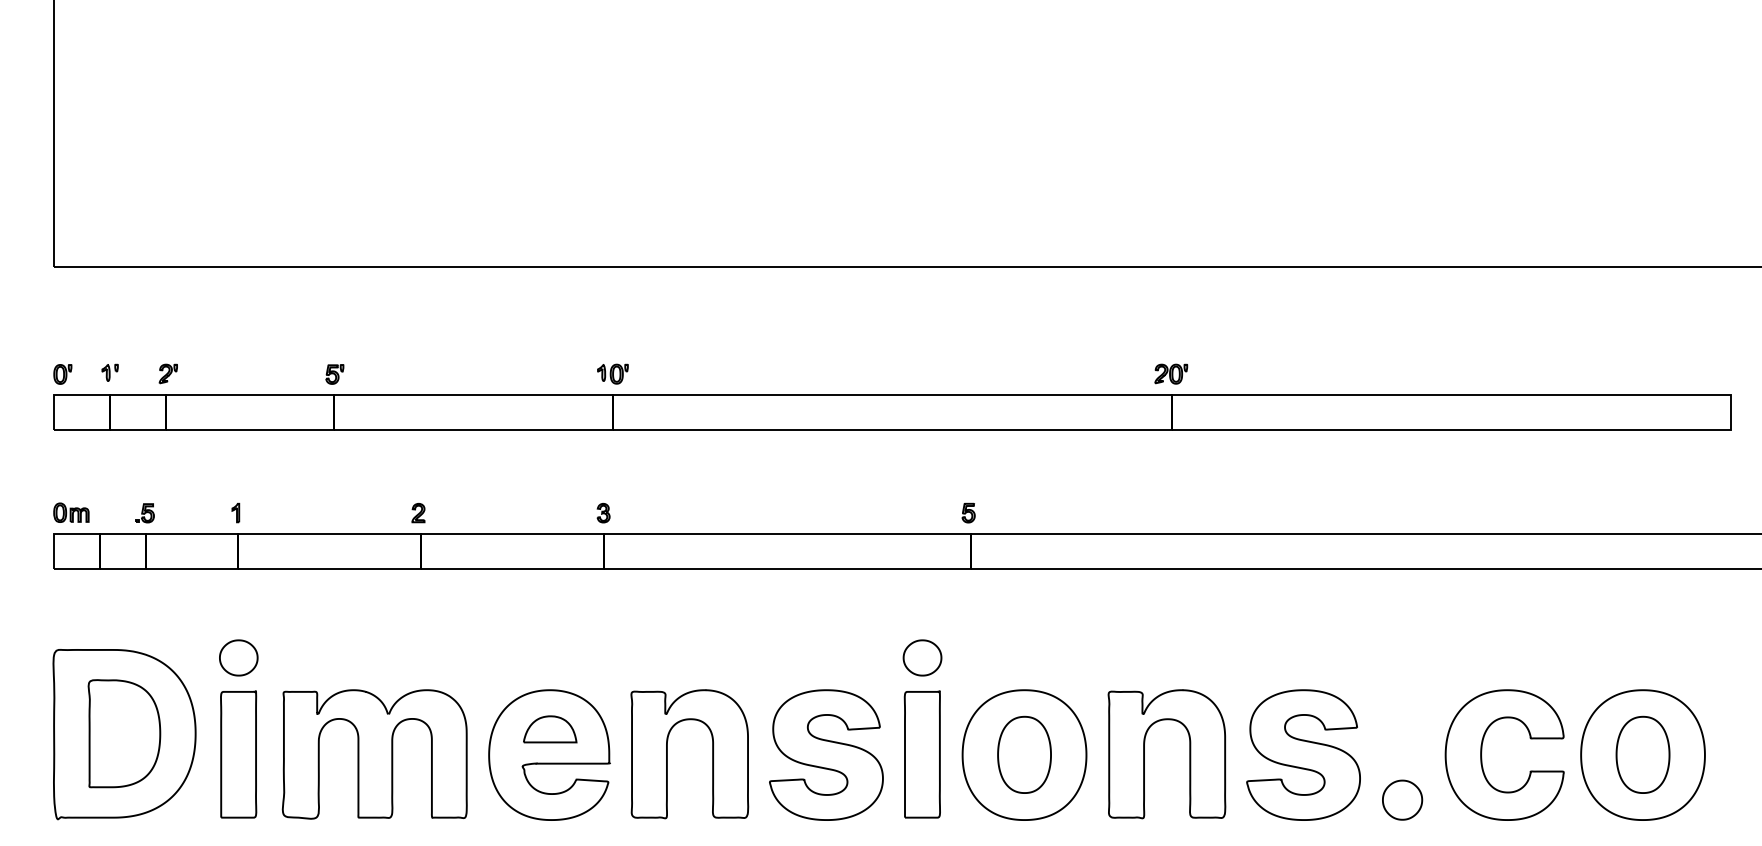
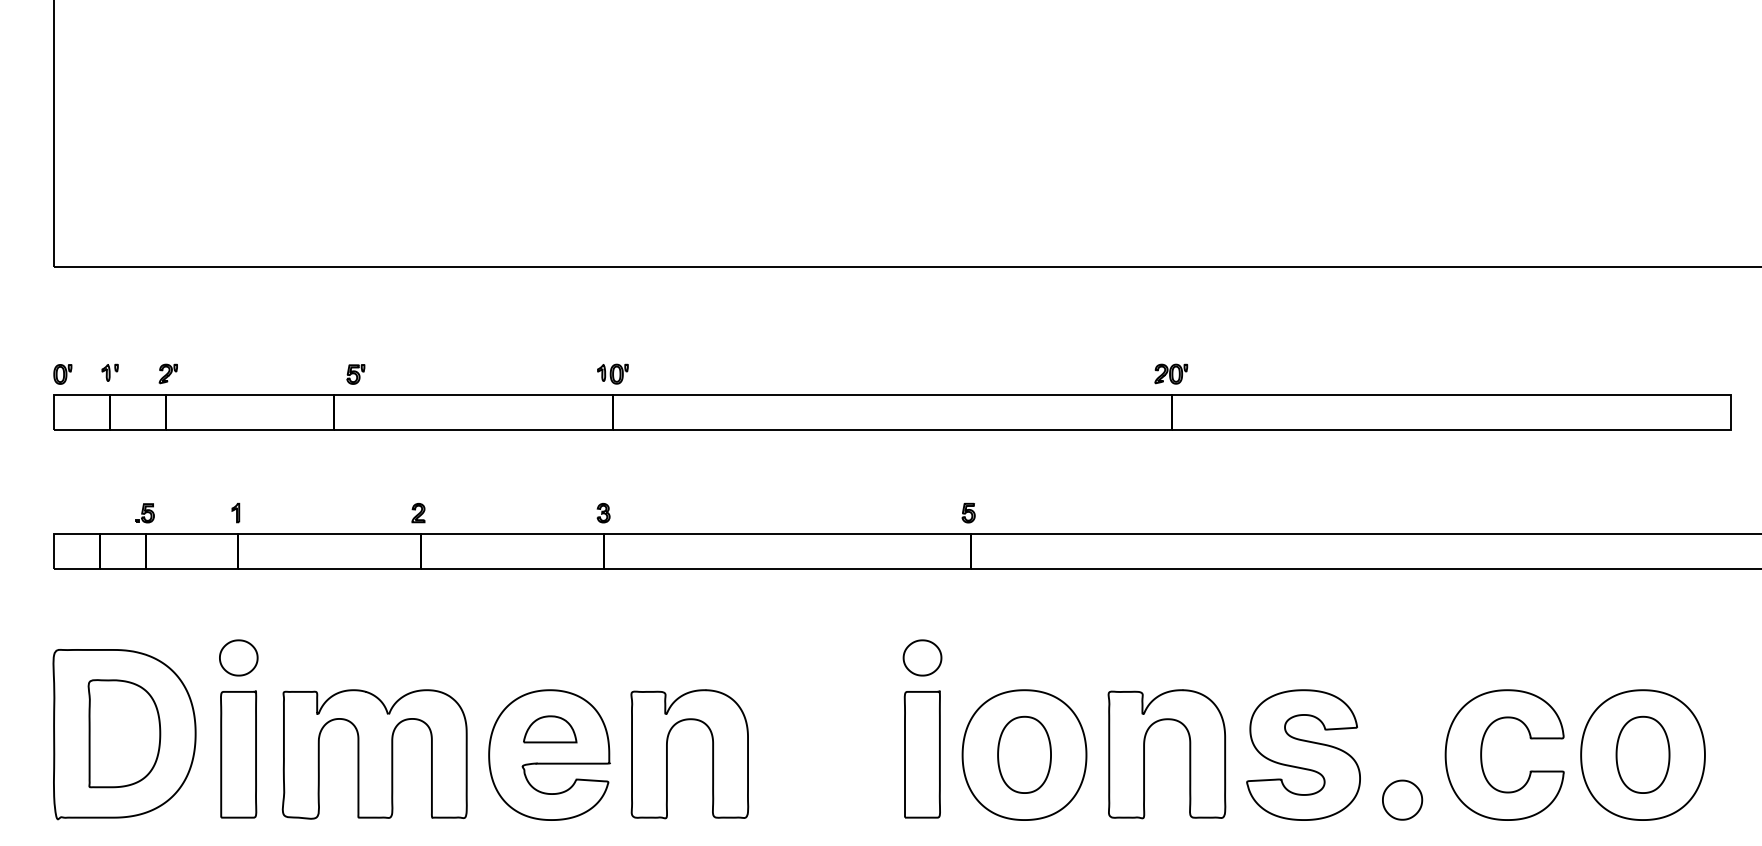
part at (334, 374) position: (334, 374) -> (355, 374)
part at (71, 512): present -> none
part at (826, 754): present -> none
